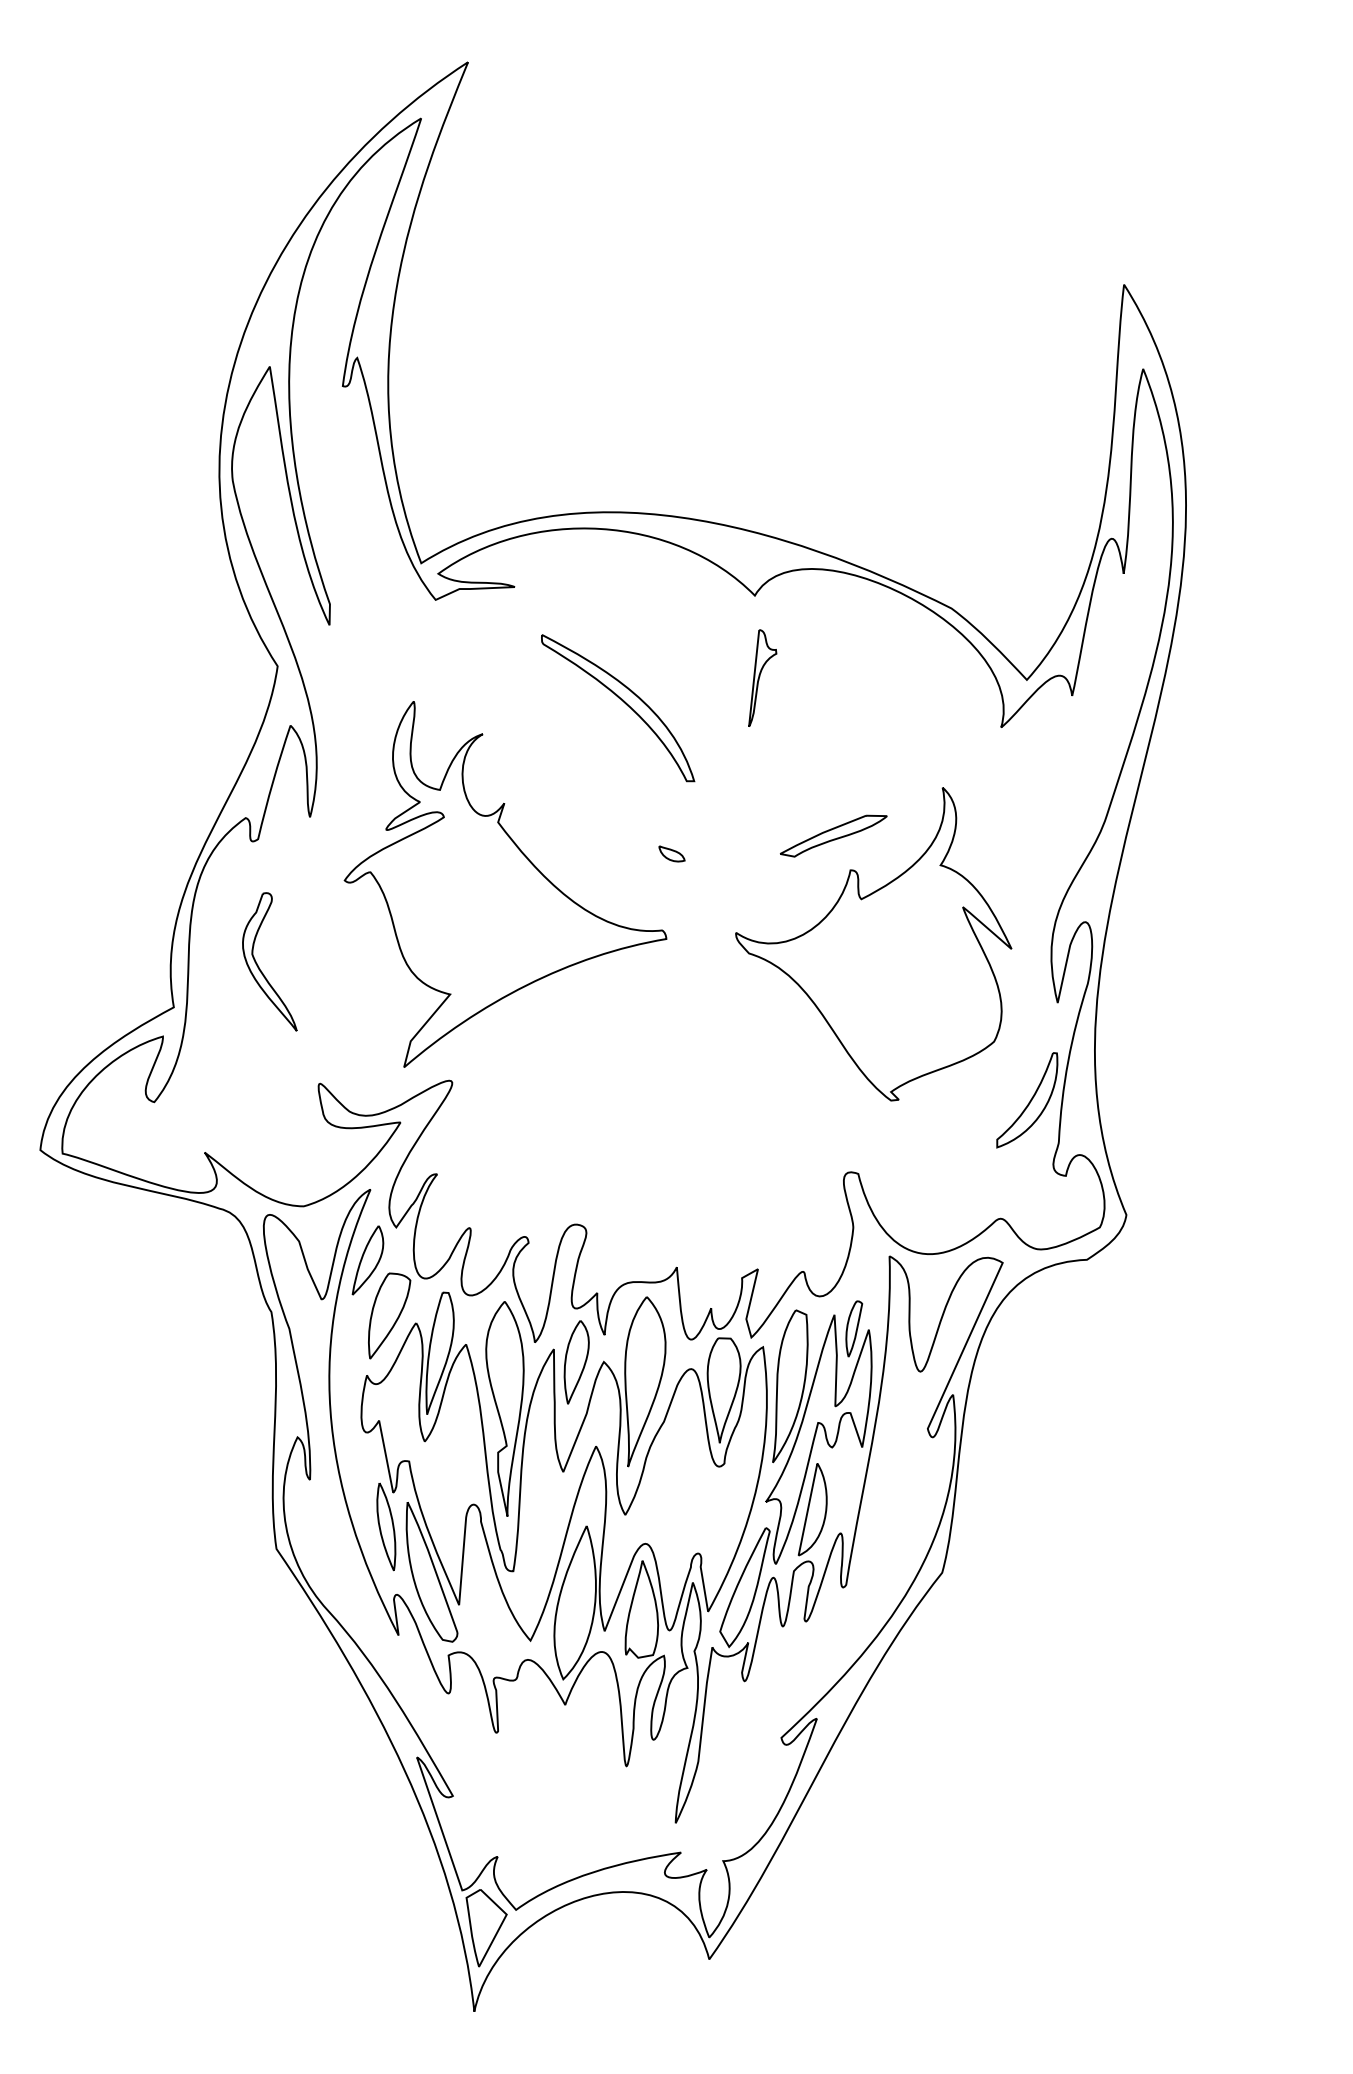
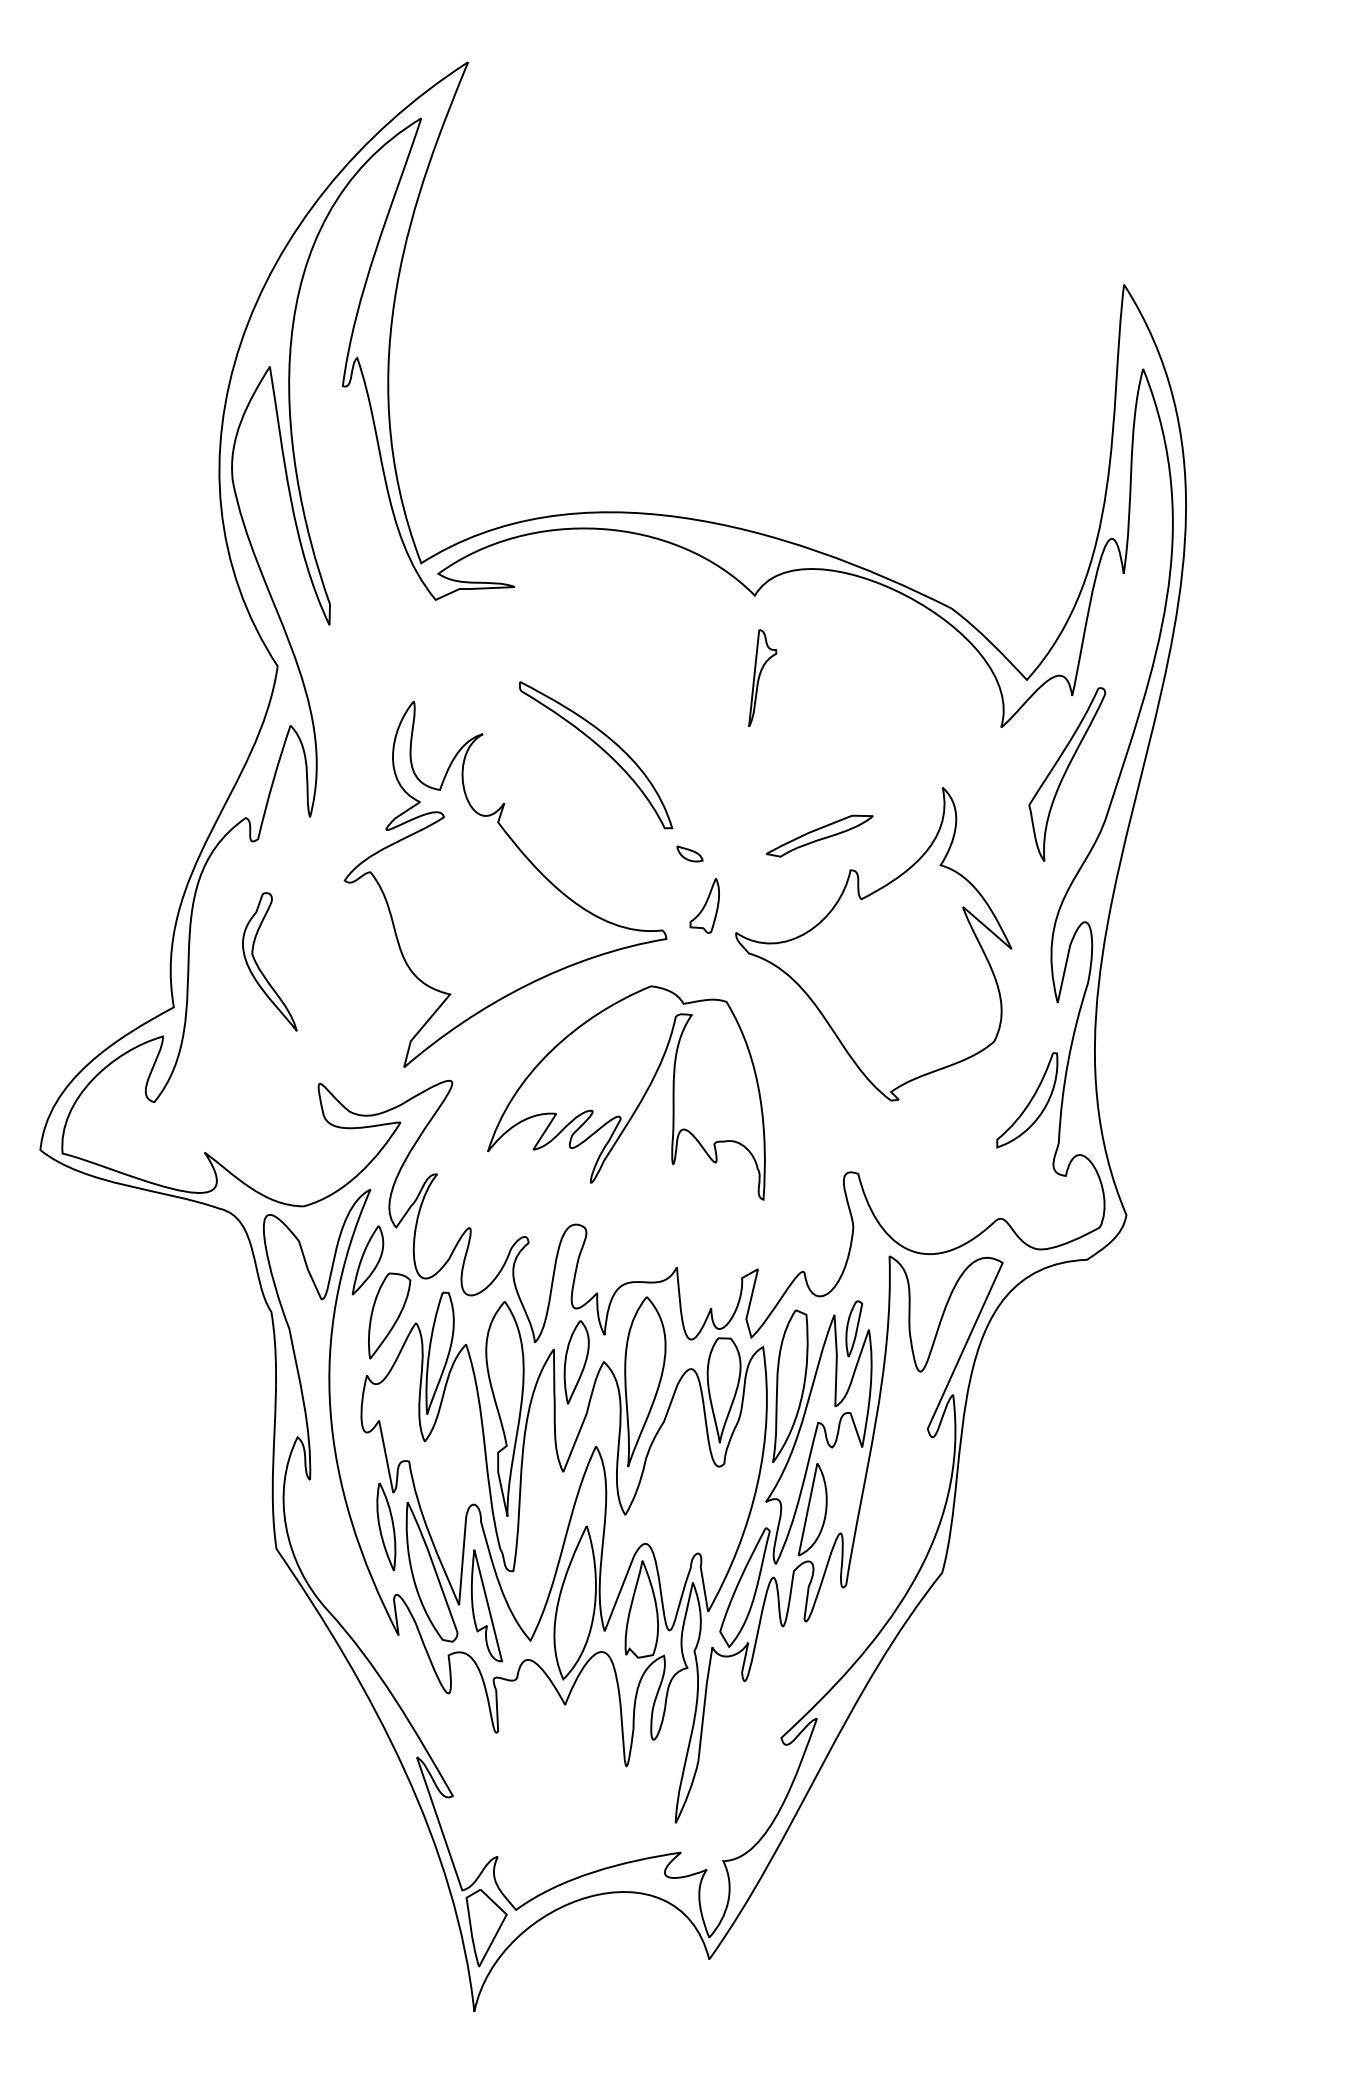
part at (623, 702) position: (623, 702) -> (601, 749)
part at (1067, 774): none -> present
part at (833, 835) position: (833, 835) -> (819, 835)
part at (671, 853) position: (671, 853) -> (689, 853)
part at (704, 905): none -> present
part at (626, 1092): none -> present
part at (486, 1605): none -> present
